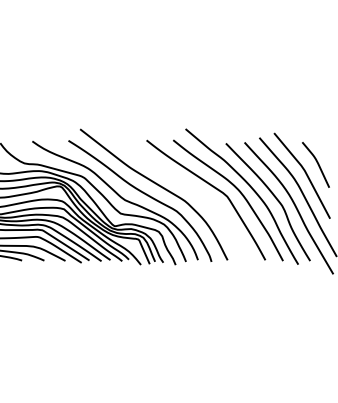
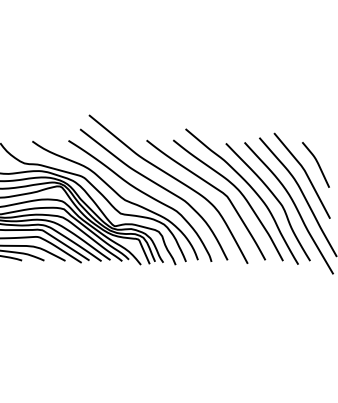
curve at (172, 178): none -> present
